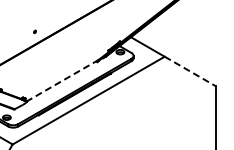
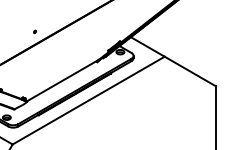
line at (190, 71): dashed -> solid
line at (62, 80): dashed -> solid
